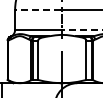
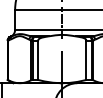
line at (37, 9): dashed -> solid
line at (81, 29): dashed -> solid
